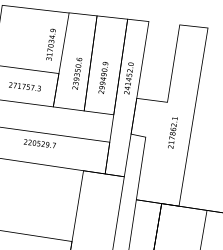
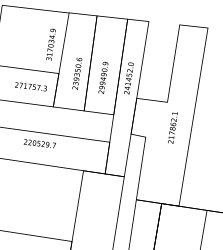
text at (24, 86) position: (24, 86) -> (30, 86)
text at (172, 132) position: (172, 132) -> (172, 127)
